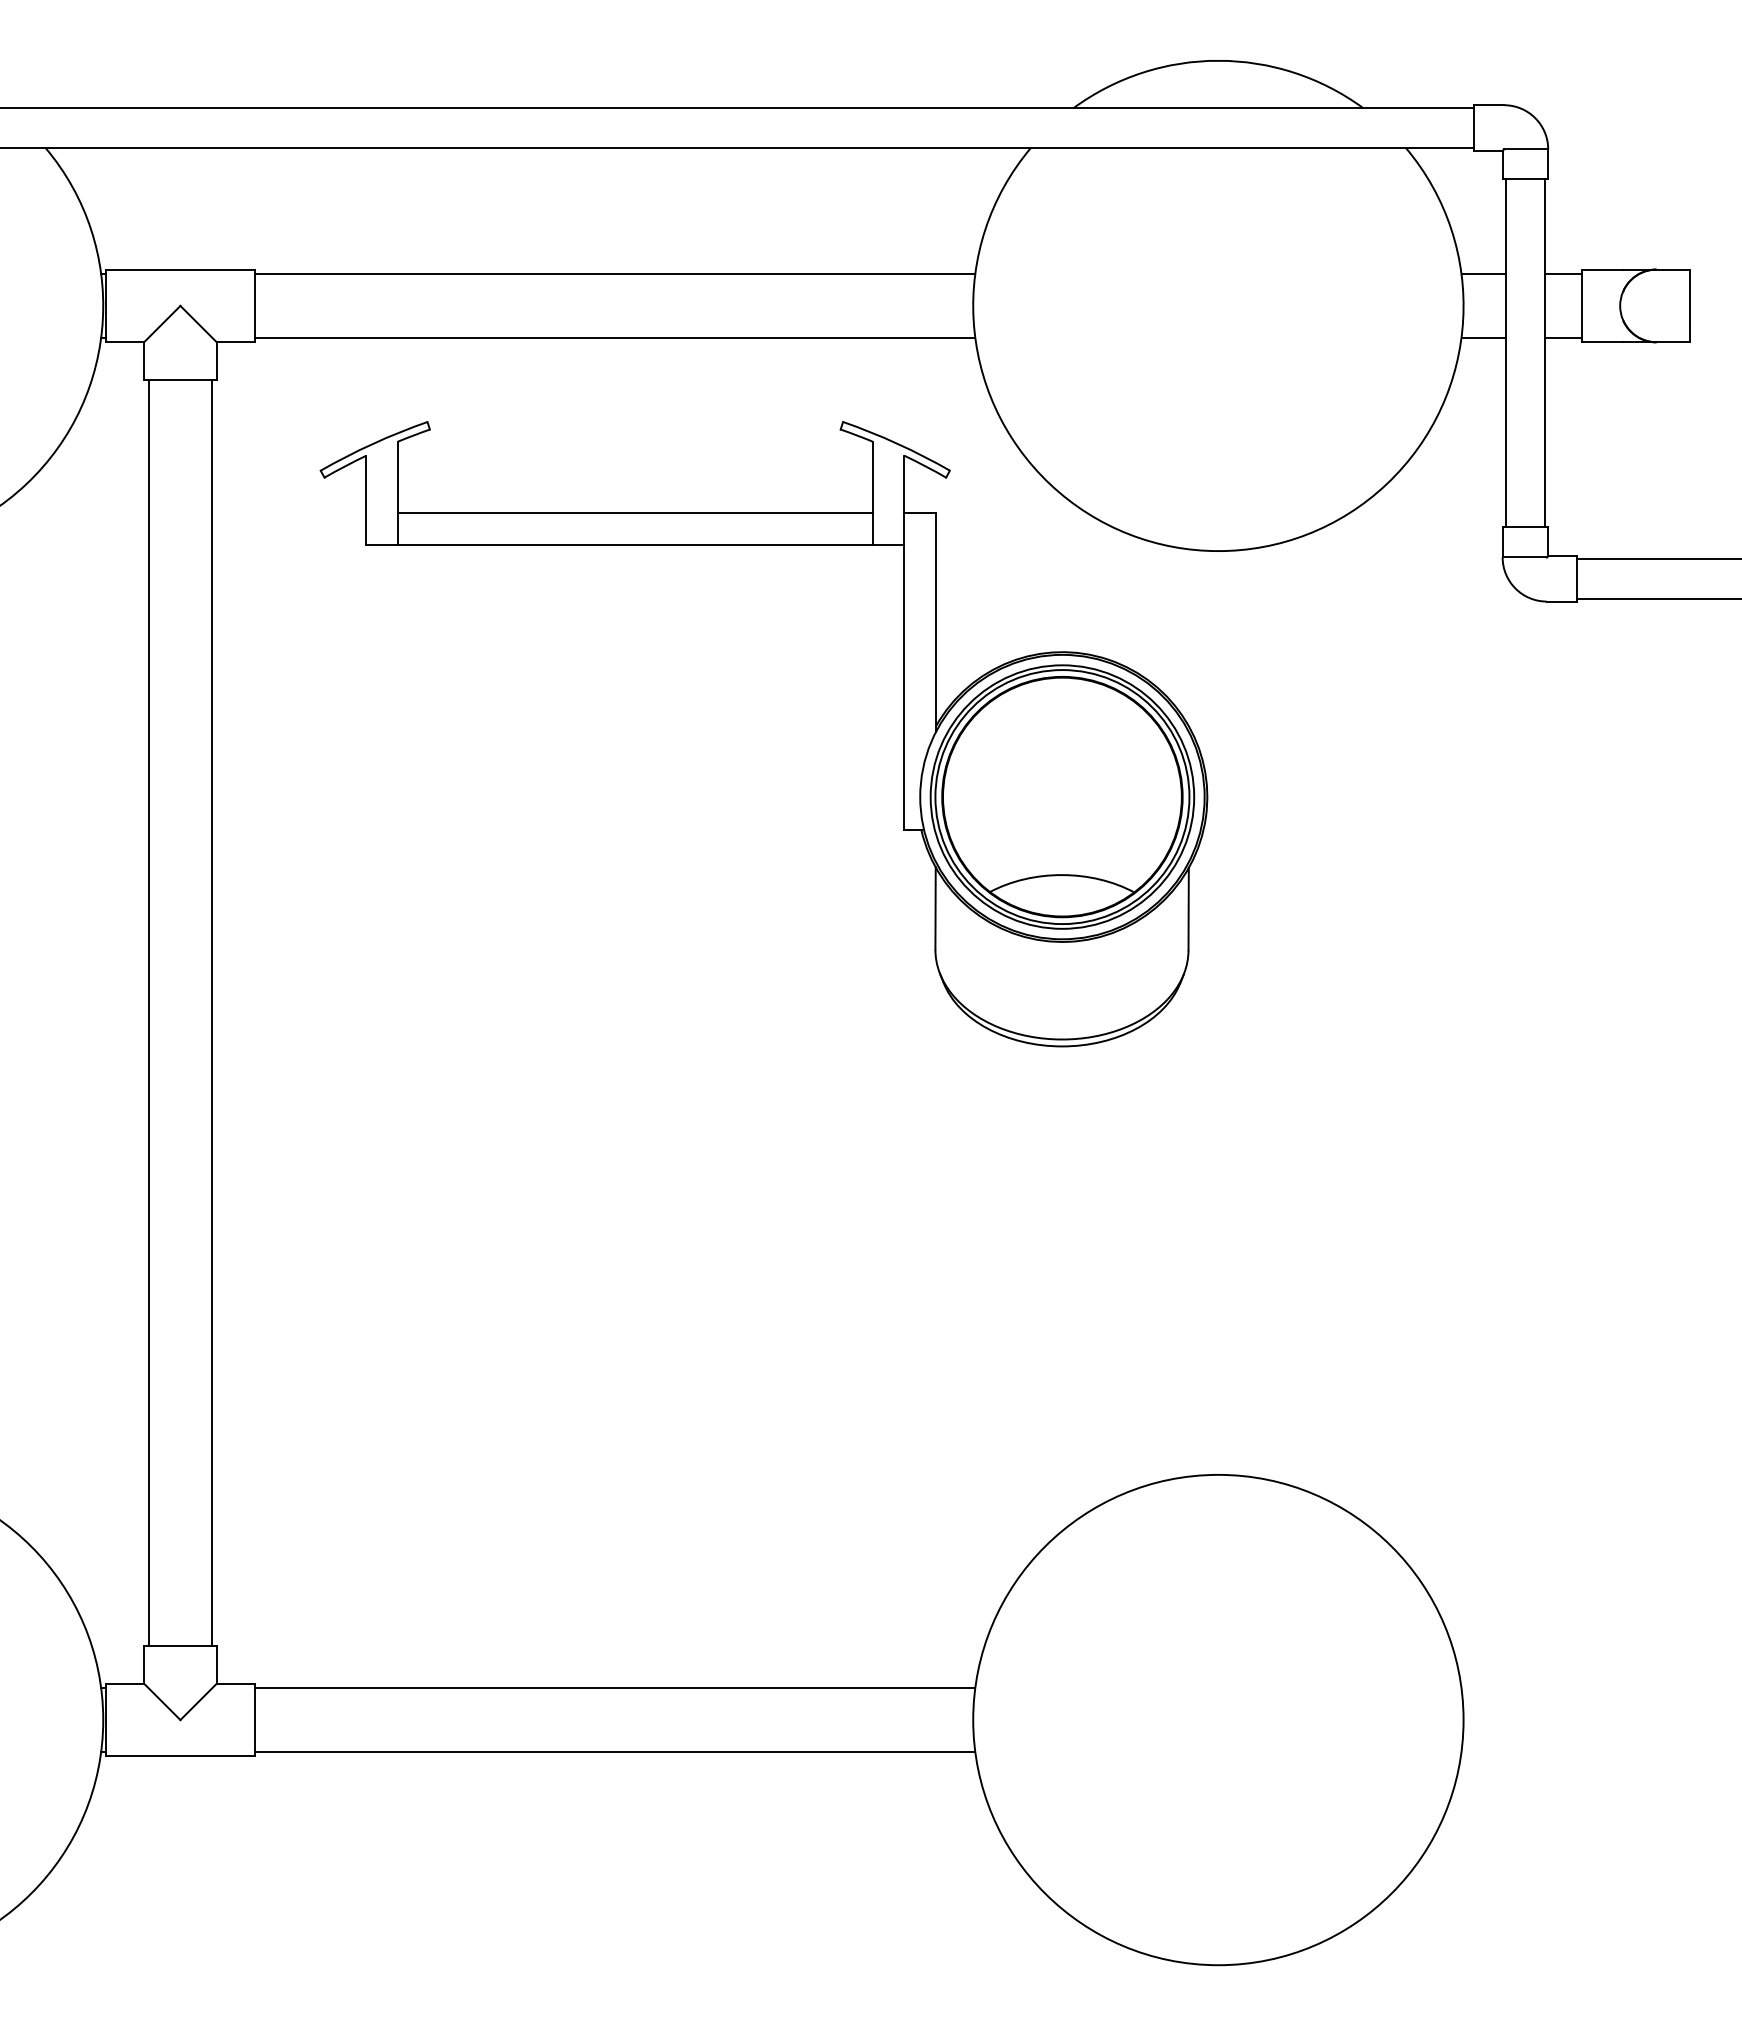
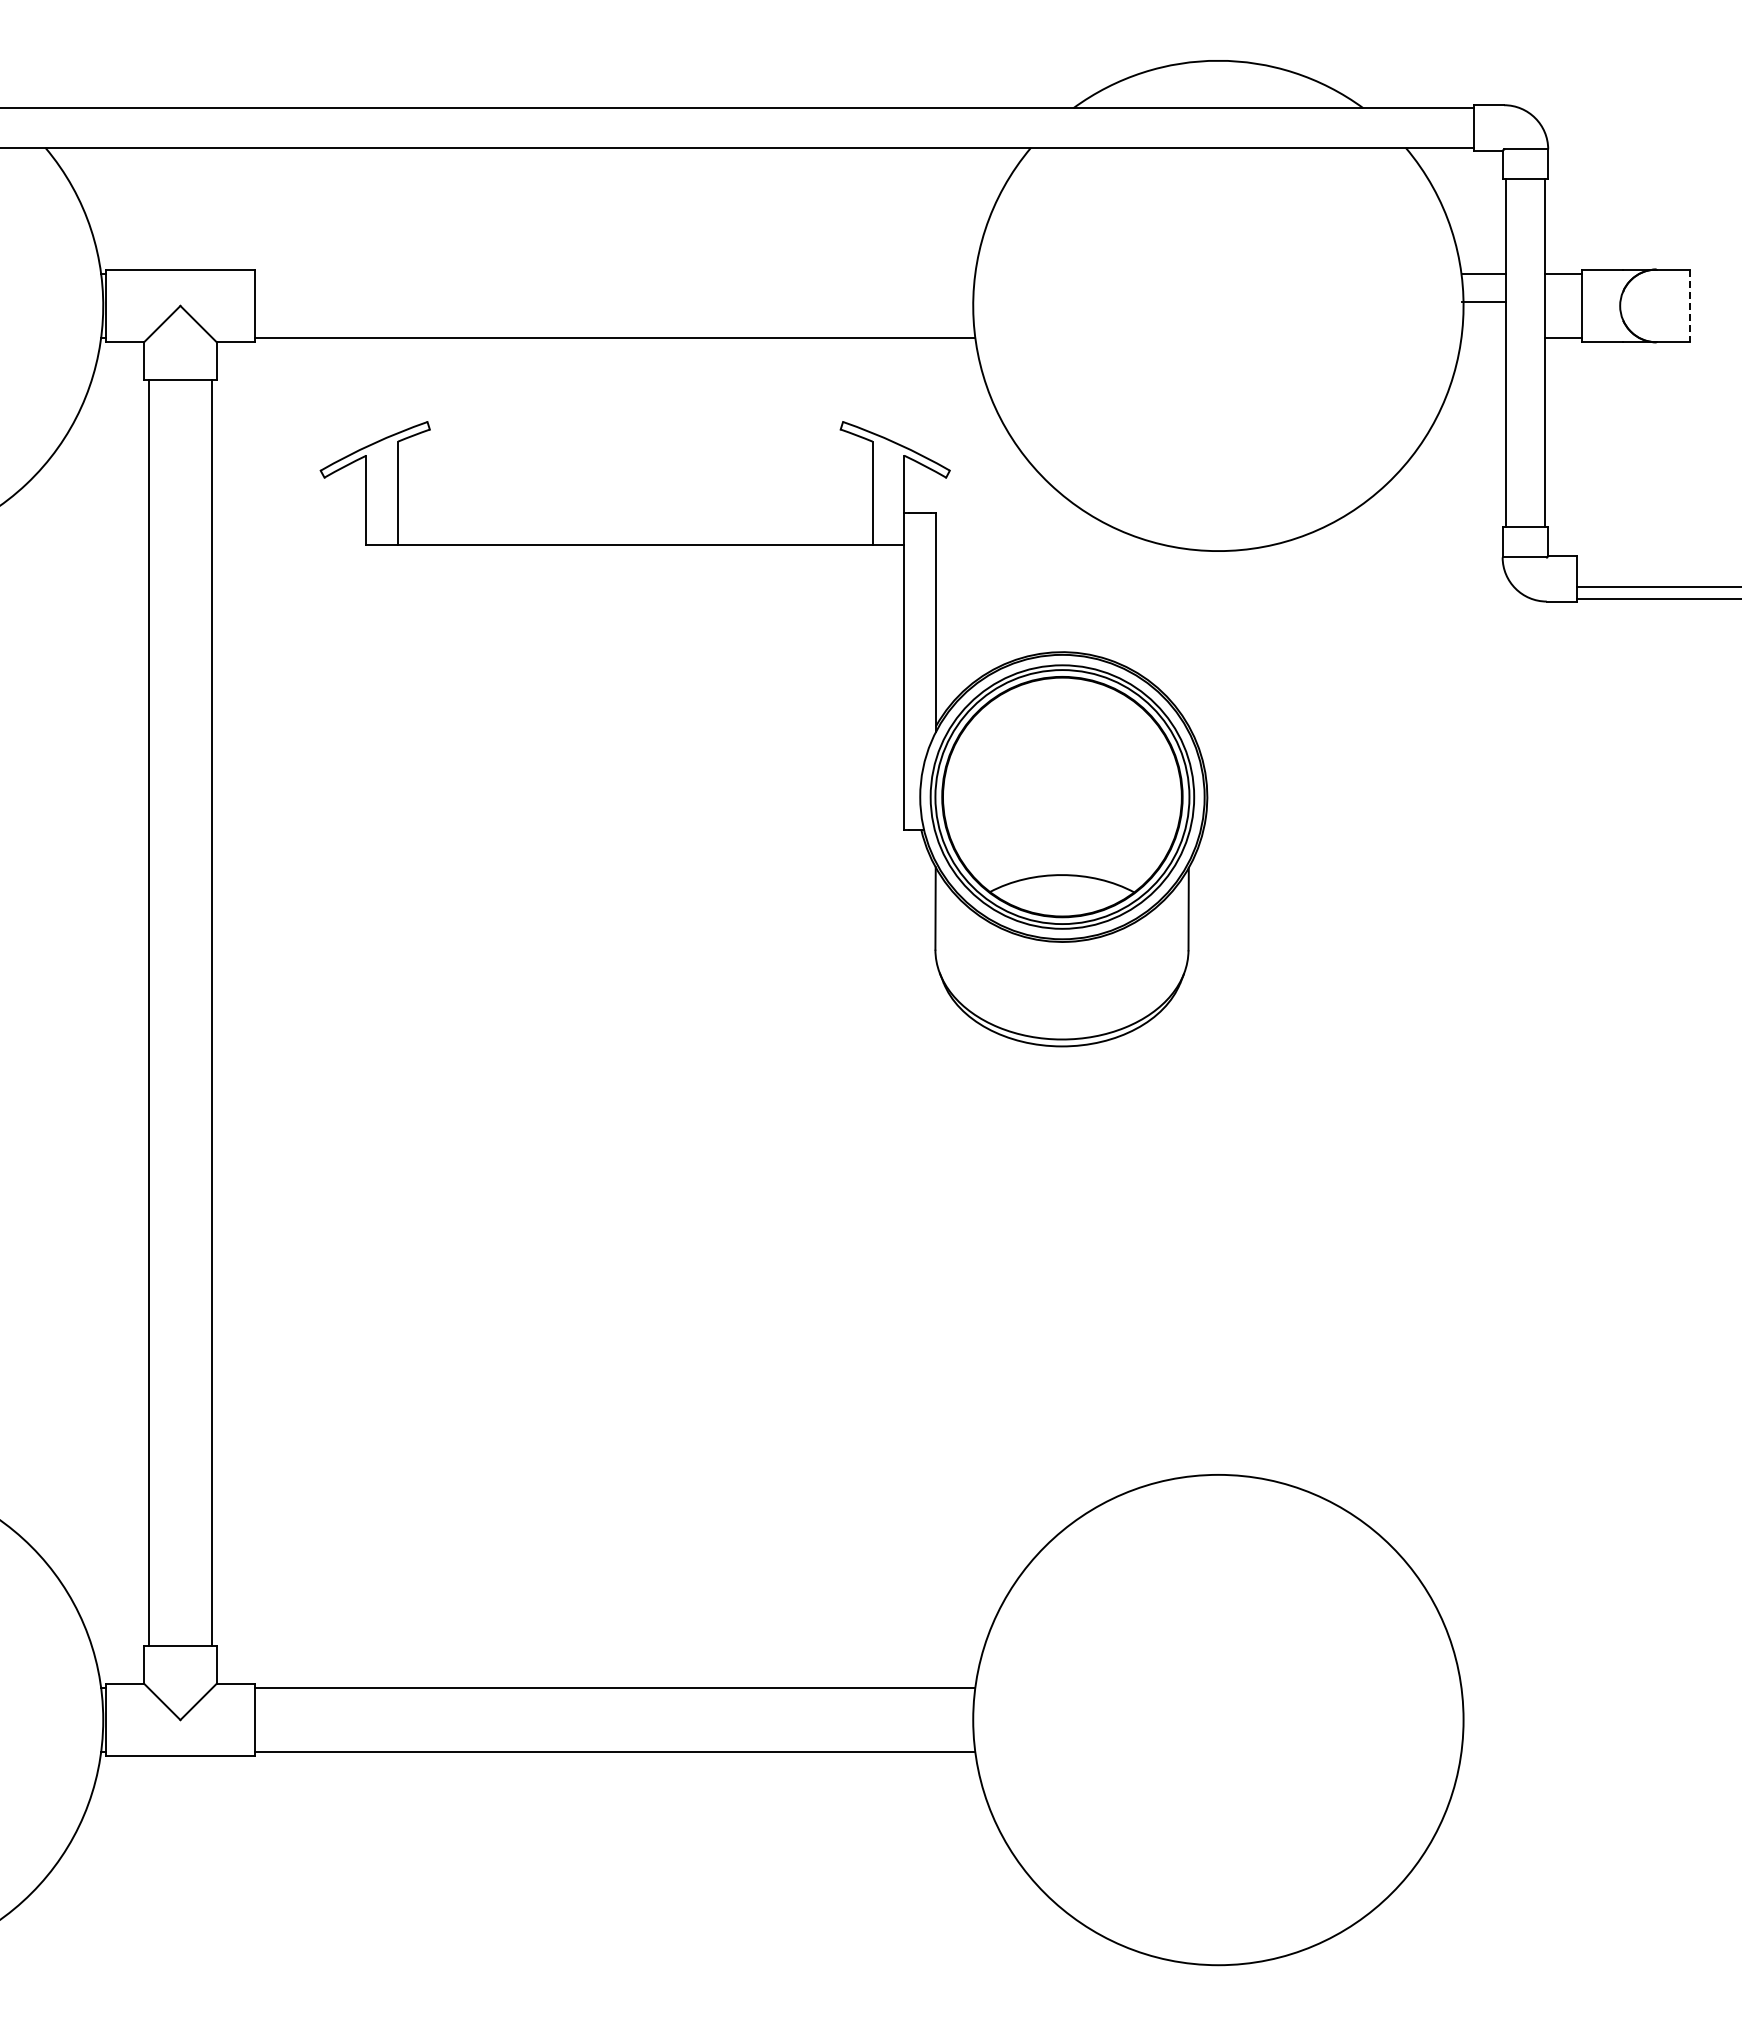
line at (614, 274): present -> none
line at (1689, 306): solid -> dashed
line at (1483, 337) position: (1483, 337) -> (1483, 301)
line at (635, 513): present -> none
line at (1657, 559) position: (1657, 559) -> (1657, 587)
